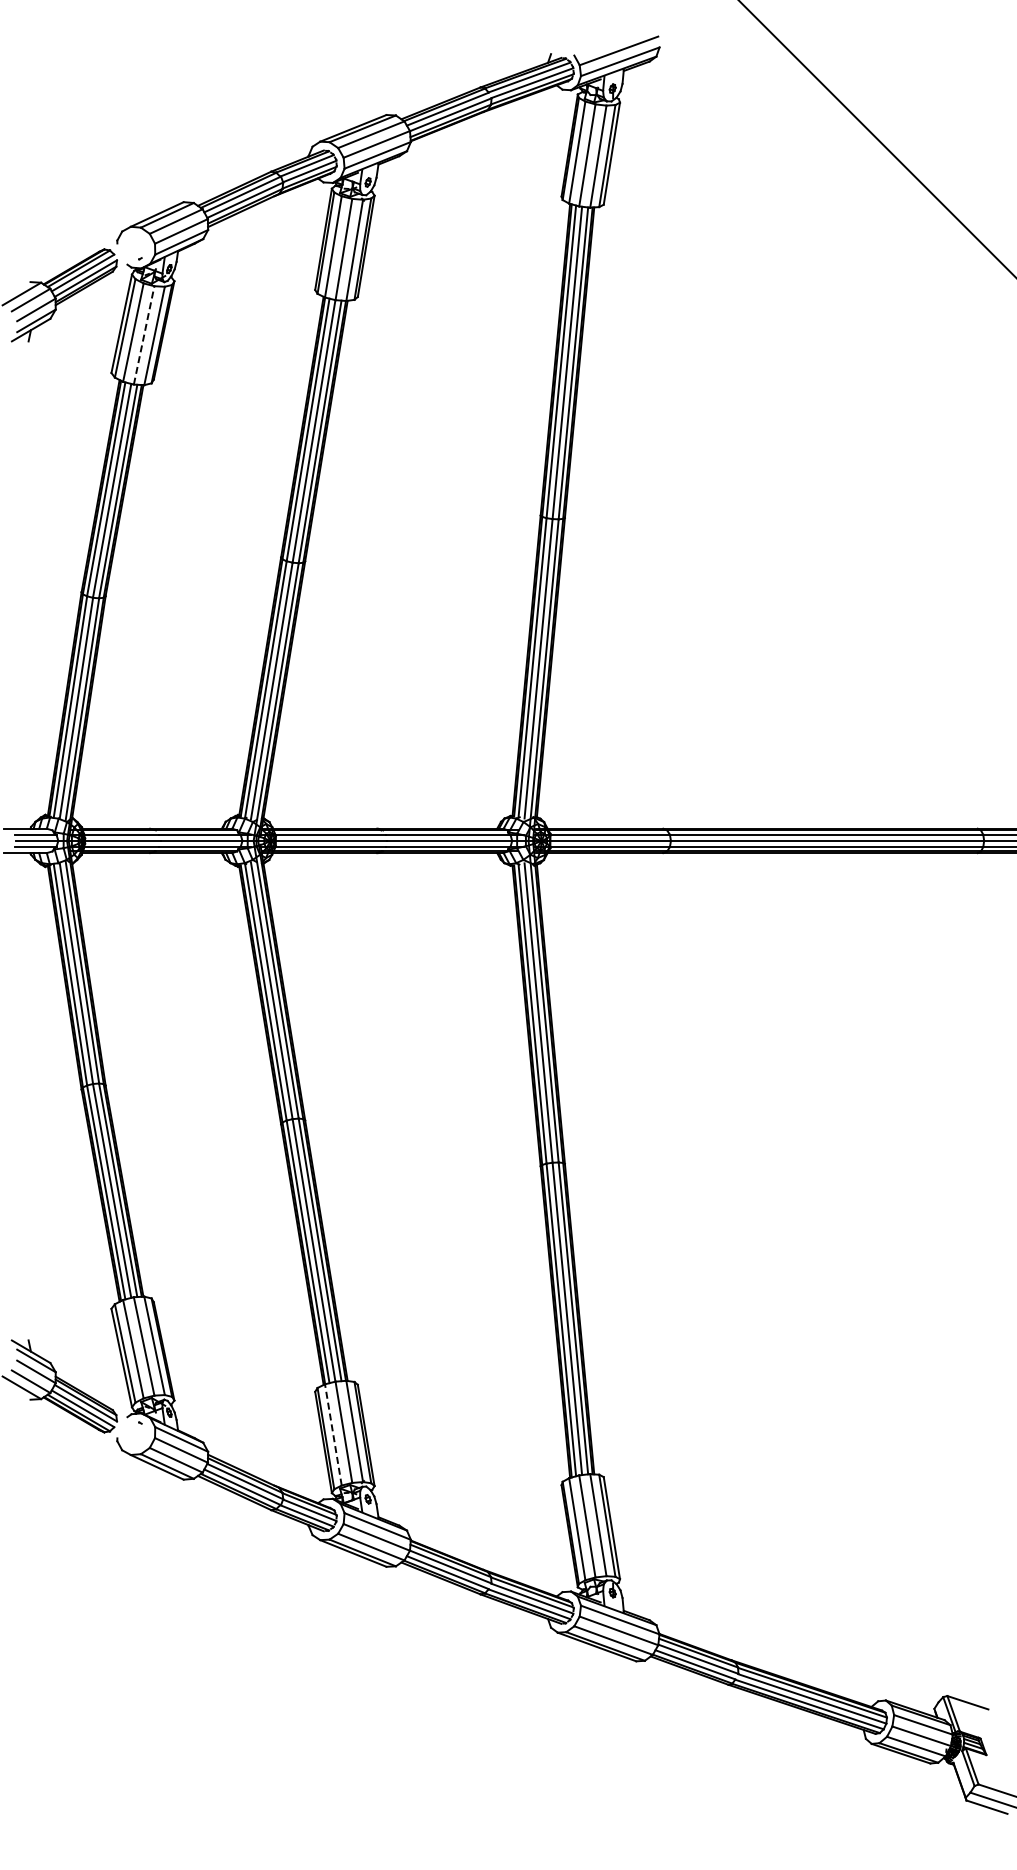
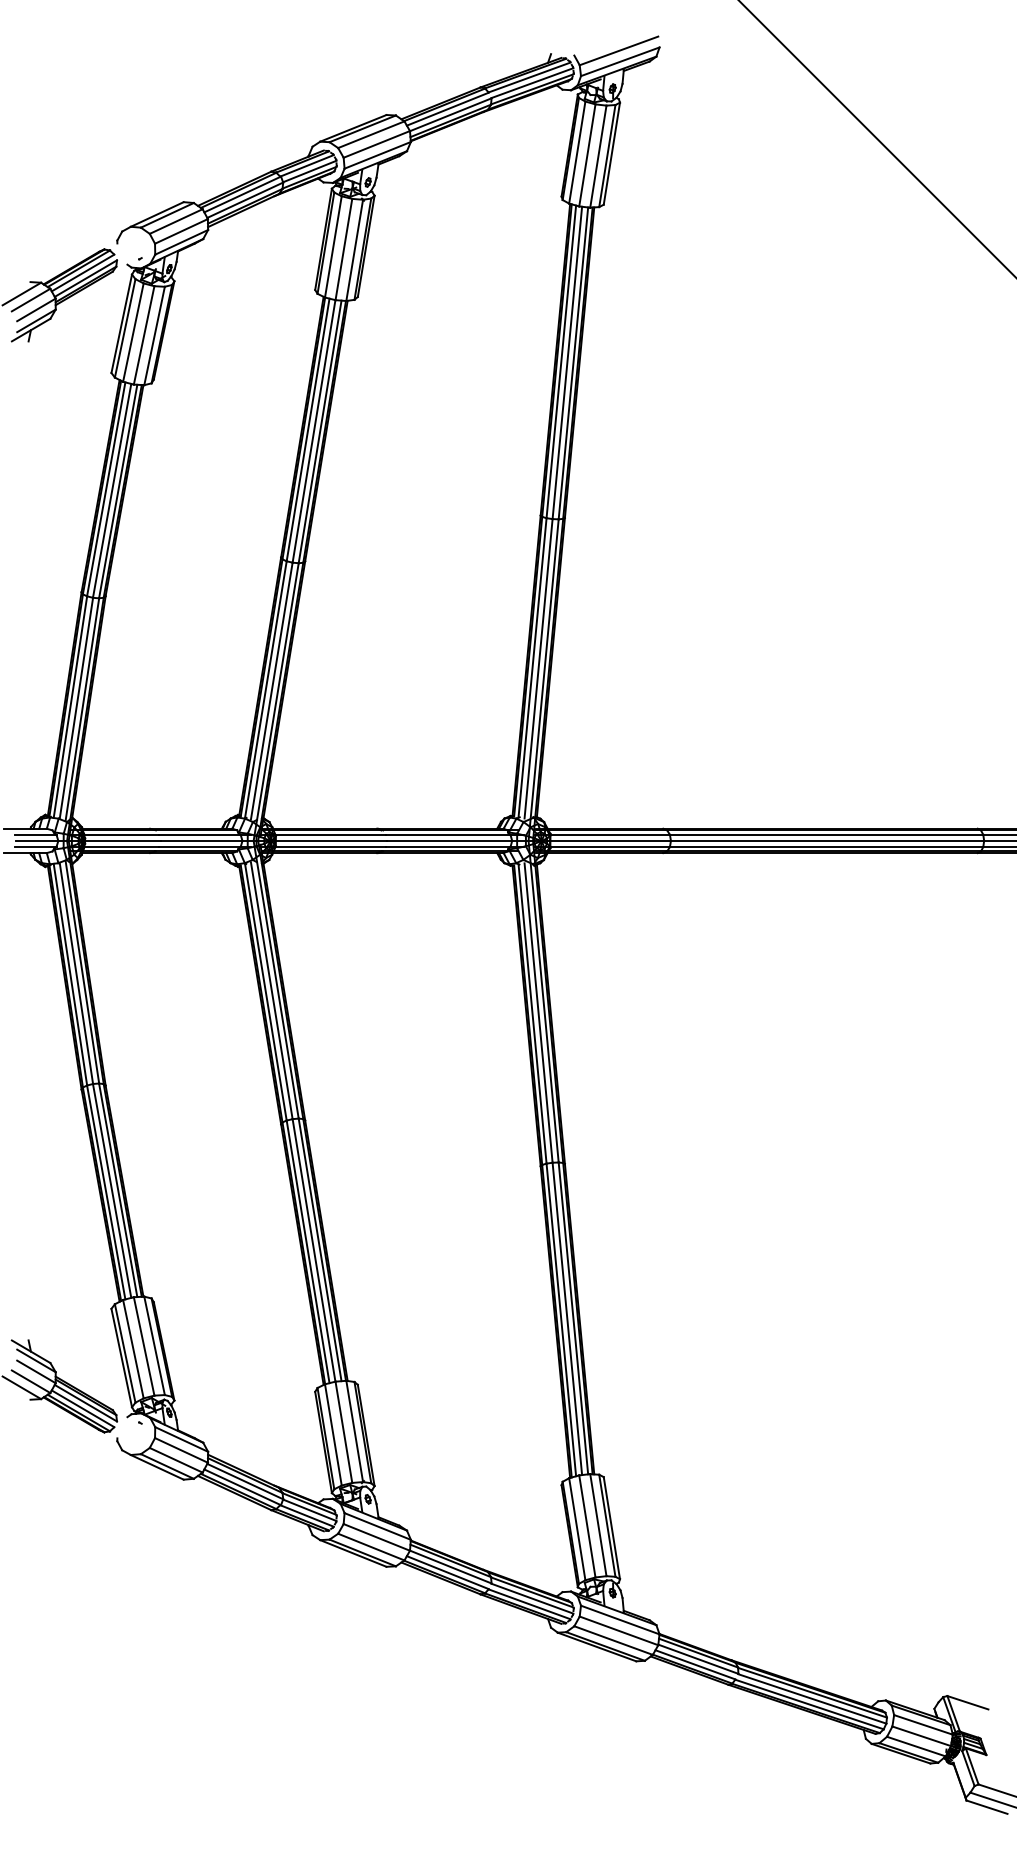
line at (144, 334): dashed -> solid
line at (333, 1434): dashed -> solid
